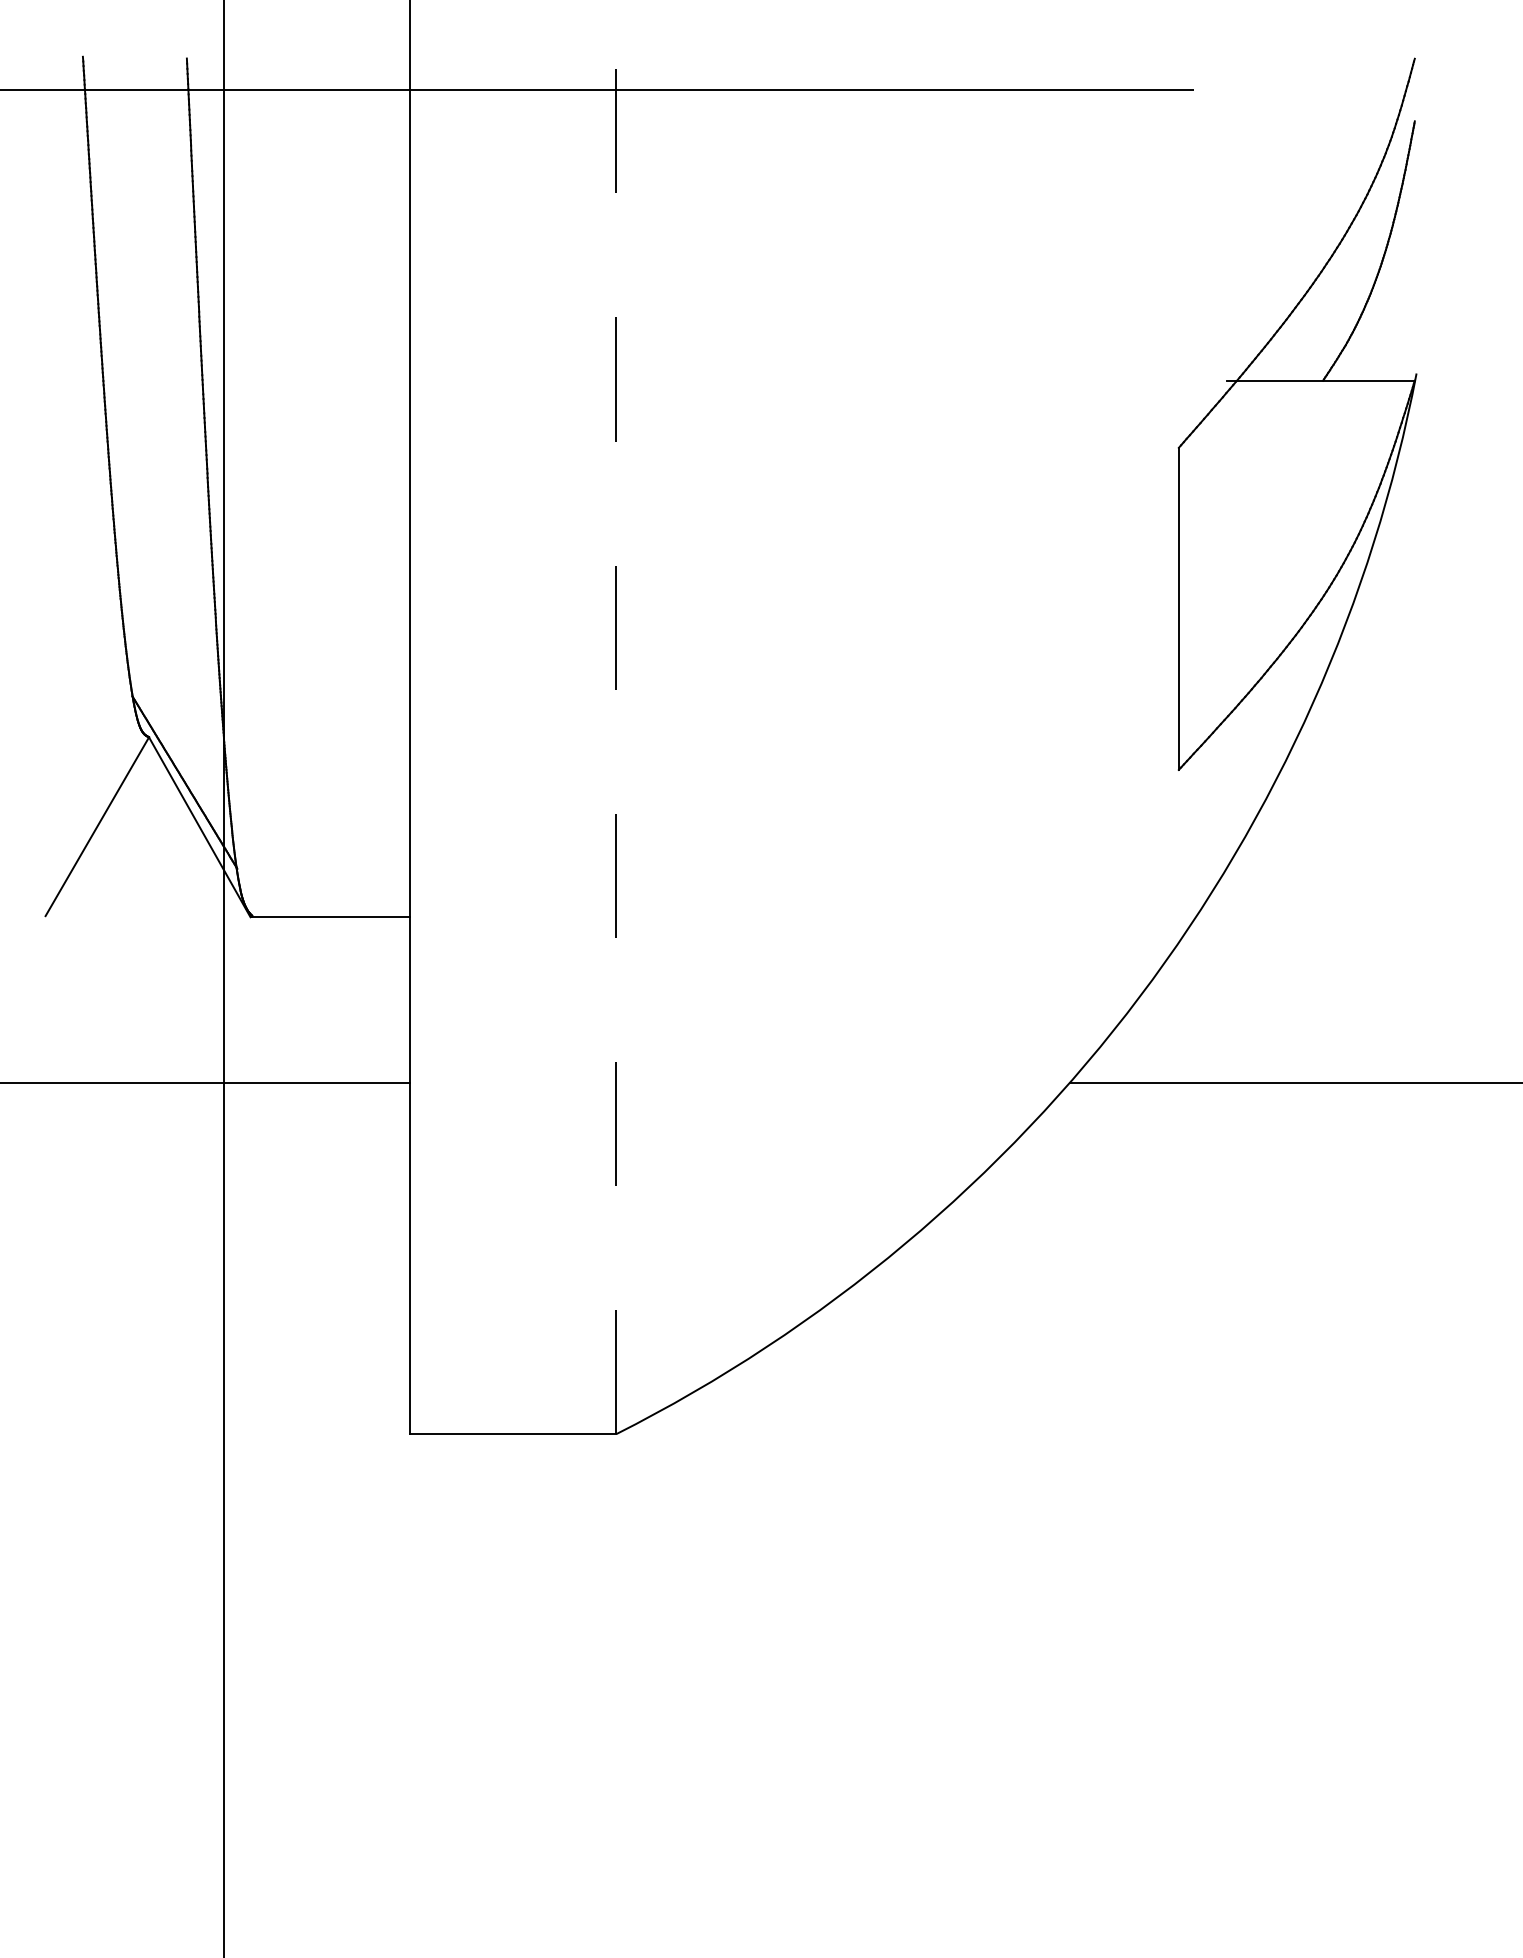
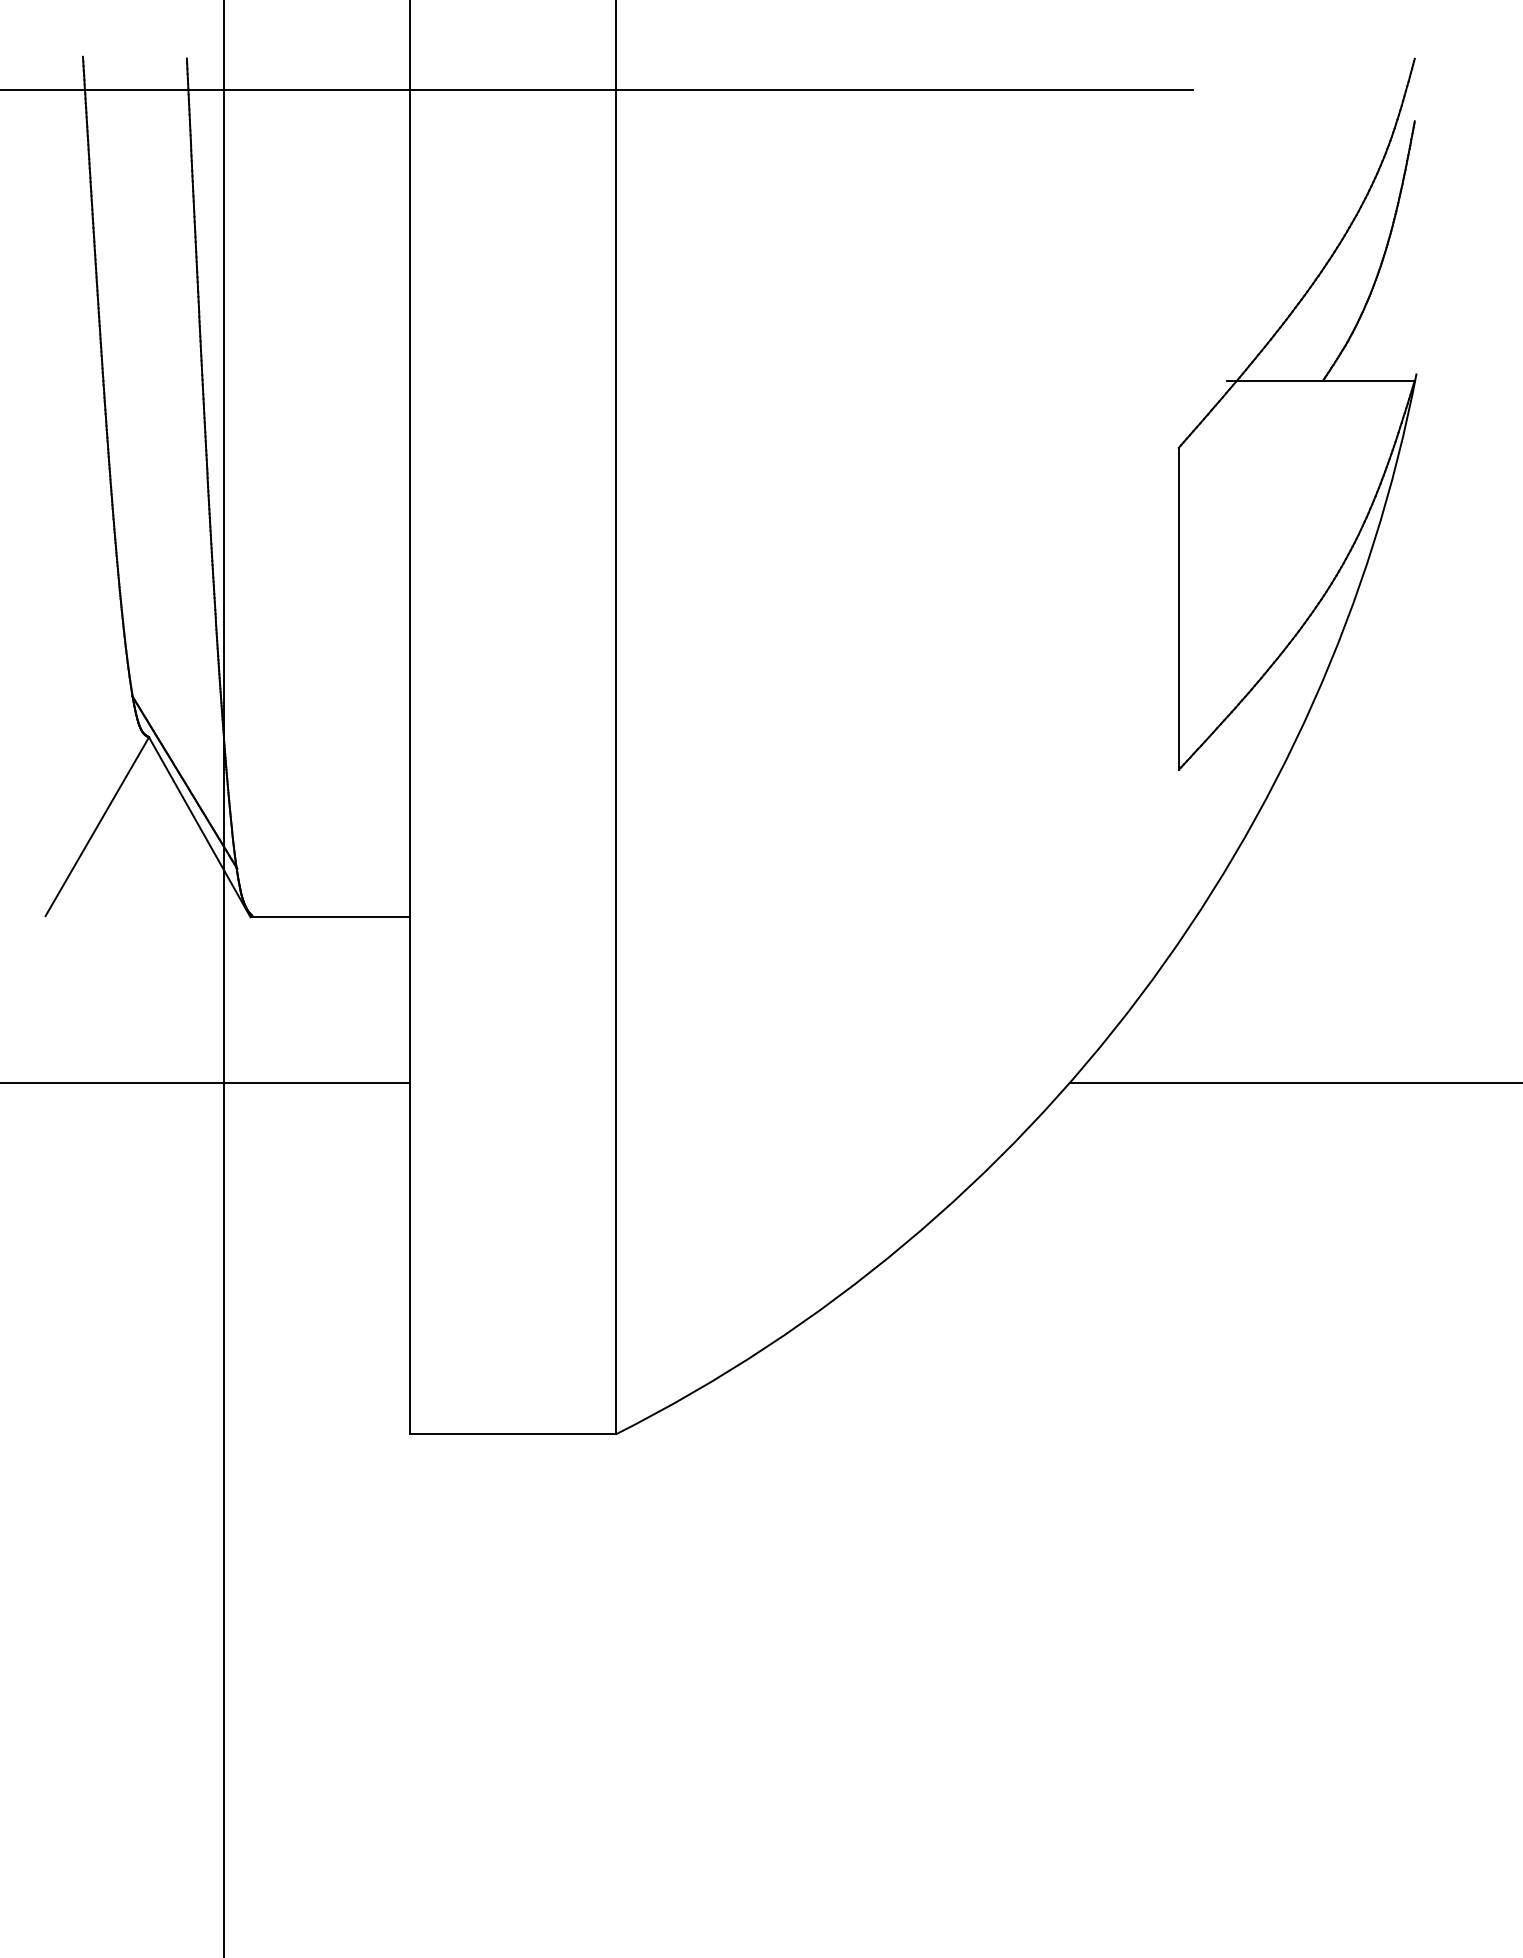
line at (616, 717): dashed -> solid
